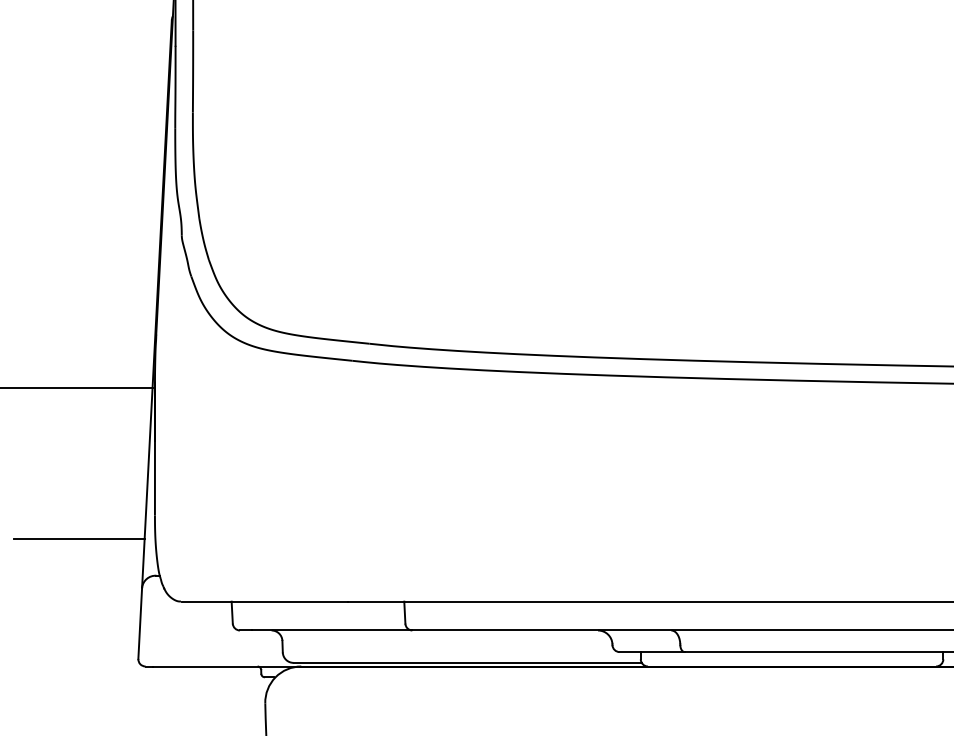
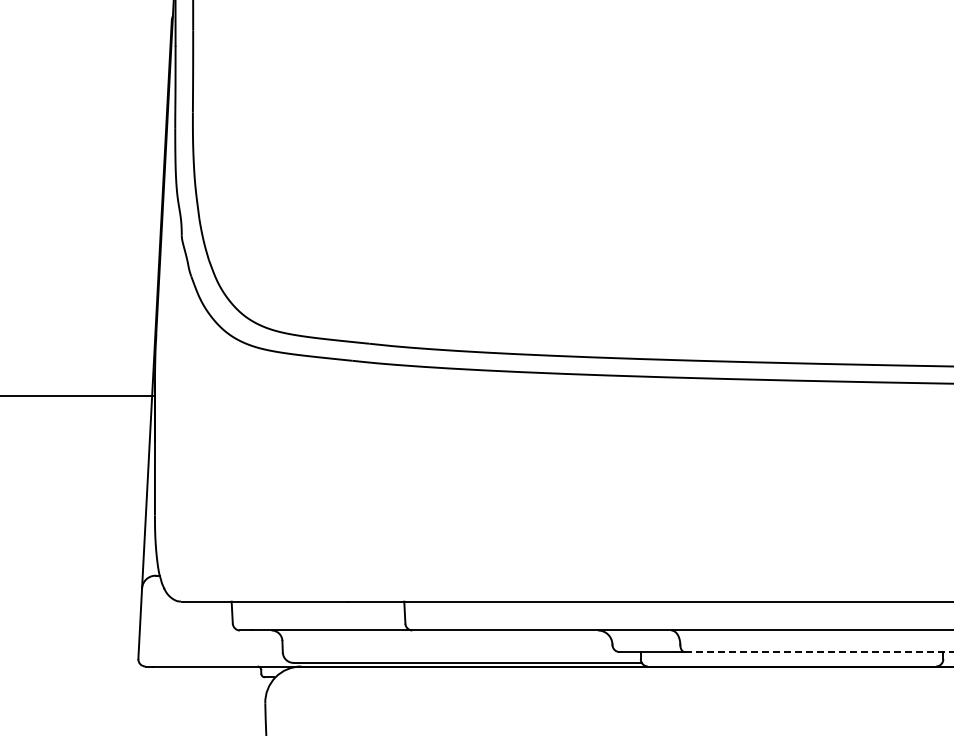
line at (77, 387) position: (77, 387) -> (77, 395)
line at (79, 538): present -> none
line at (819, 652): solid -> dashed
